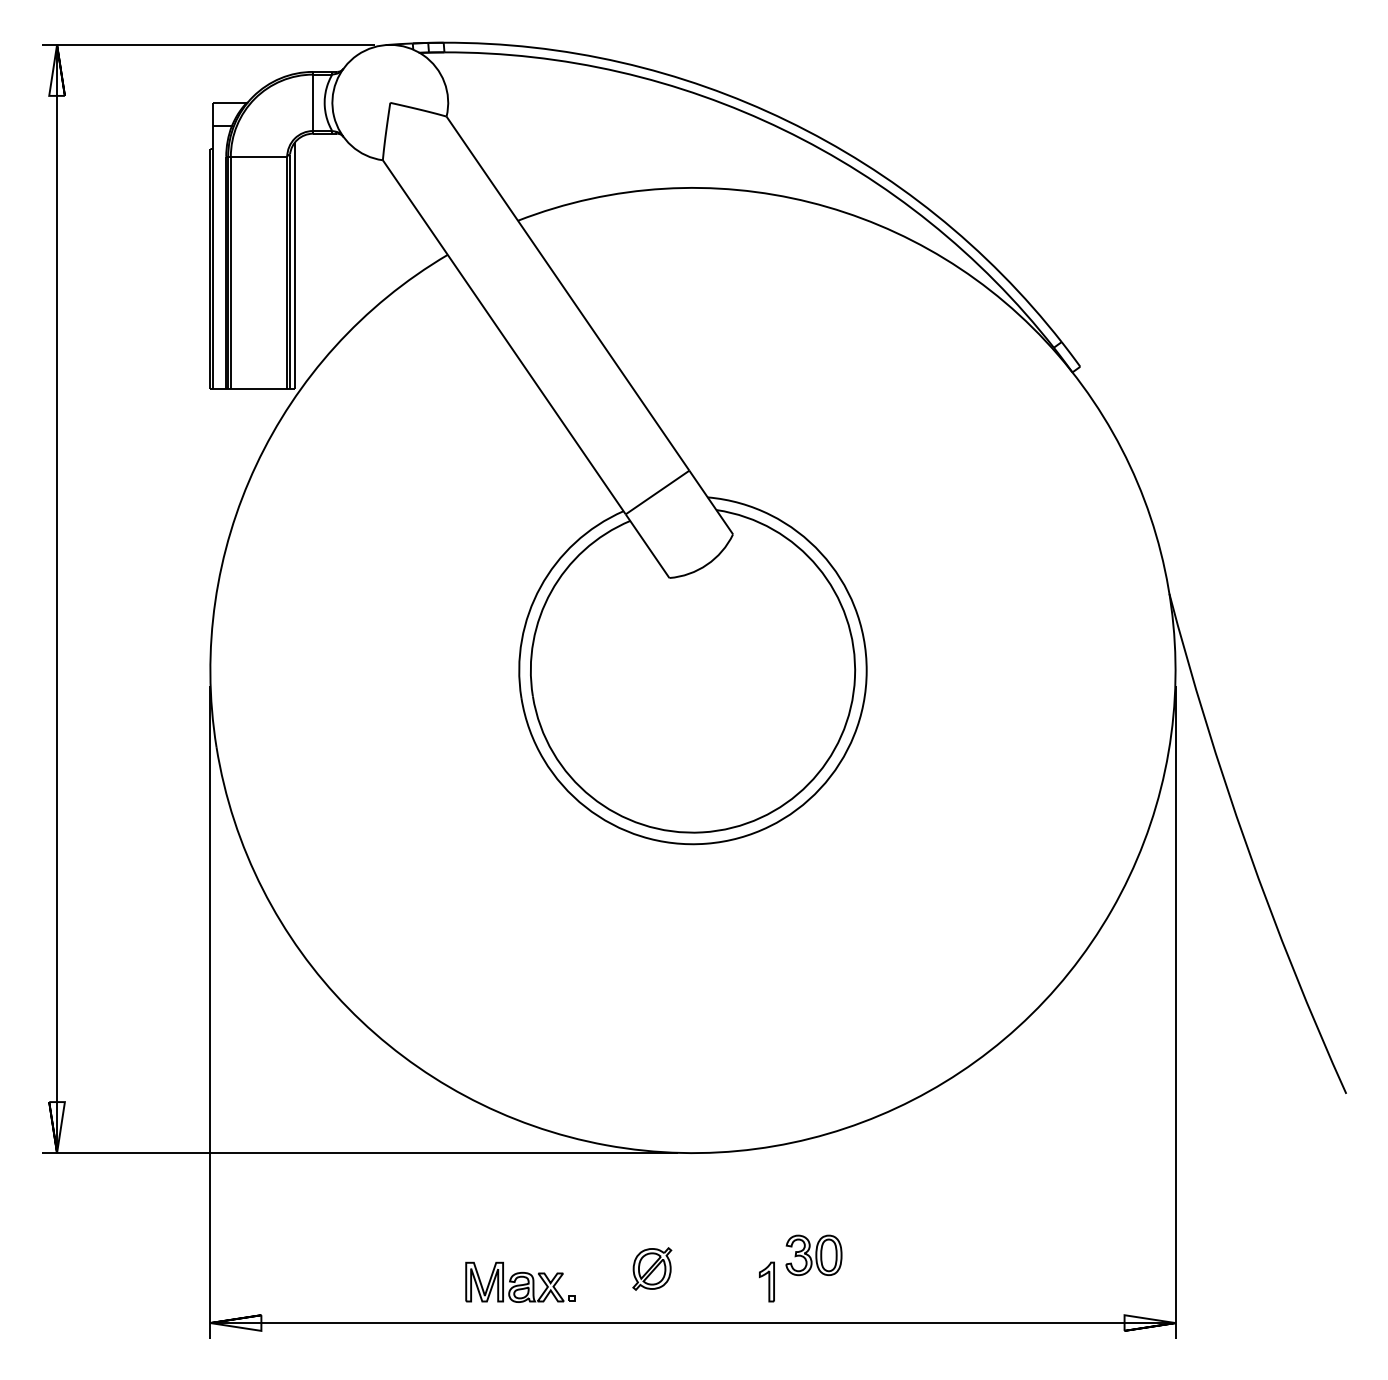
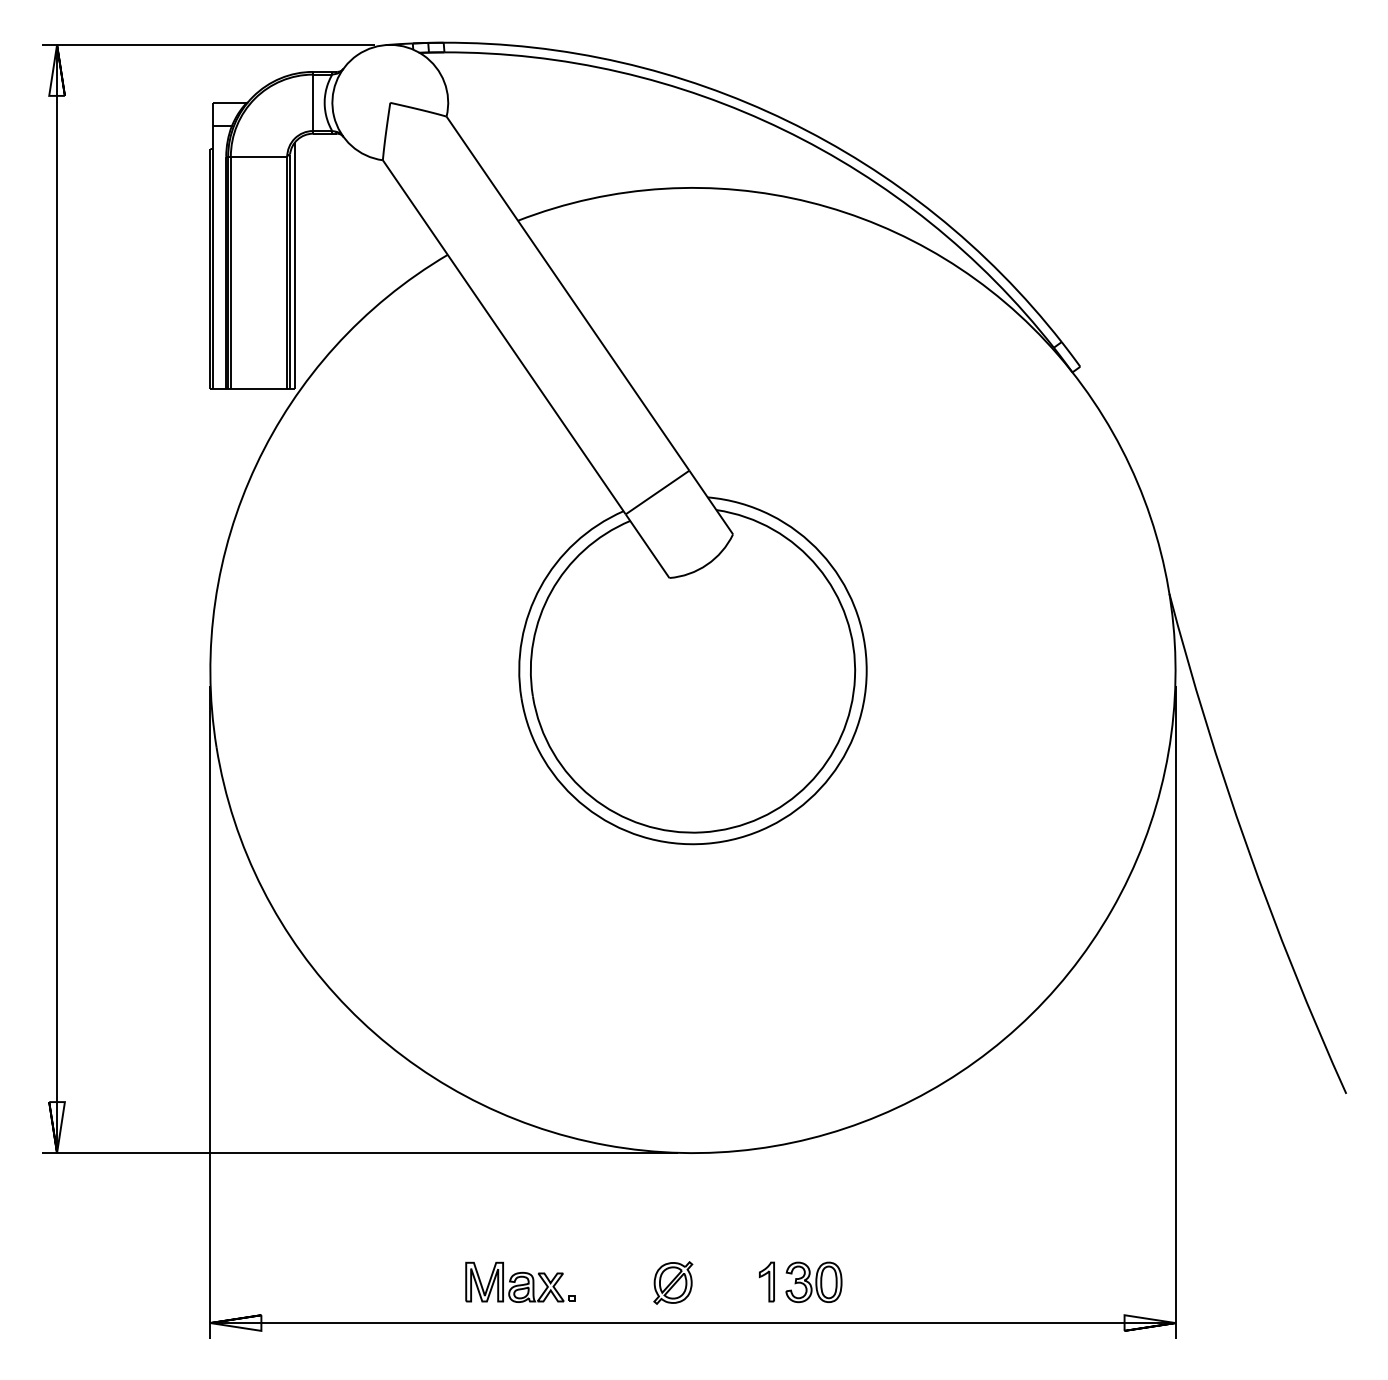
part at (813, 1255) position: (813, 1255) -> (813, 1282)
part at (652, 1268) position: (652, 1268) -> (673, 1282)
